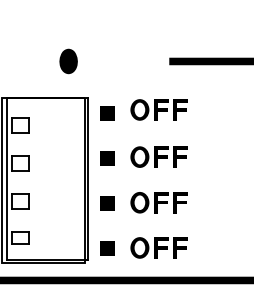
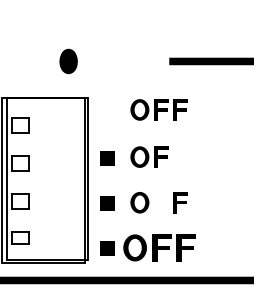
part at (107, 113): present -> none
fill at (180, 157): present -> none
fill at (161, 202): present -> none
part at (158, 247) size: 58x22 px -> 73x28 px
